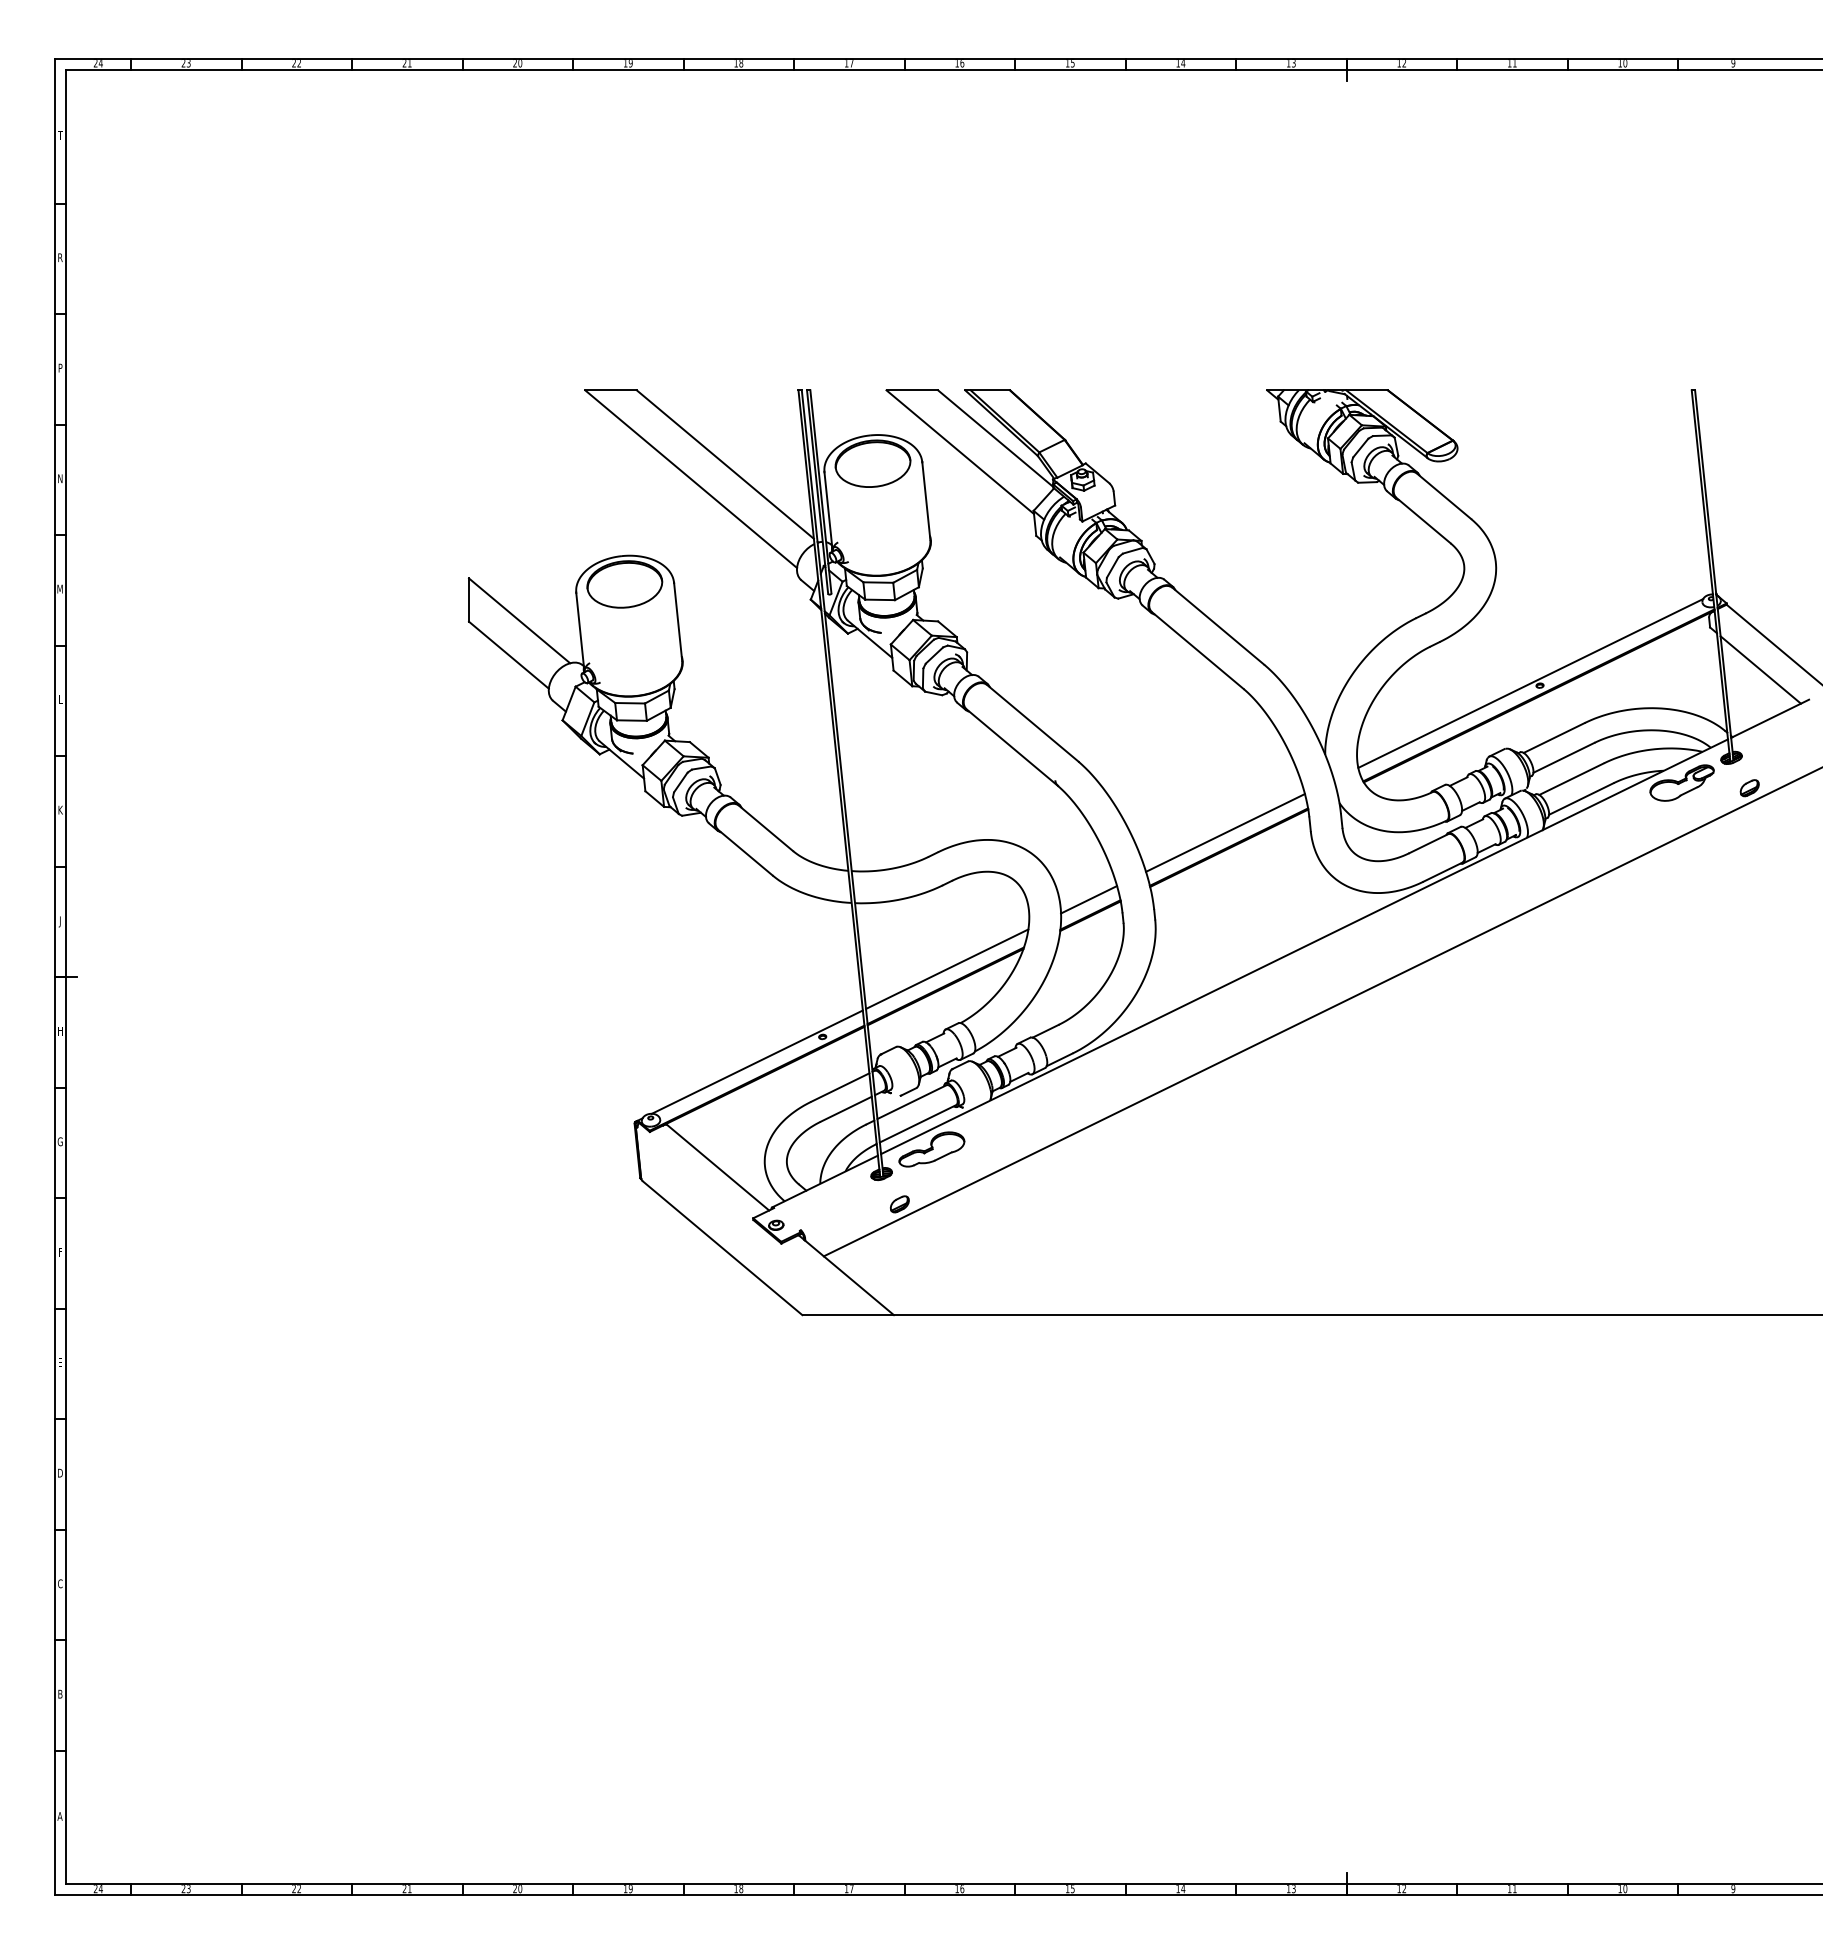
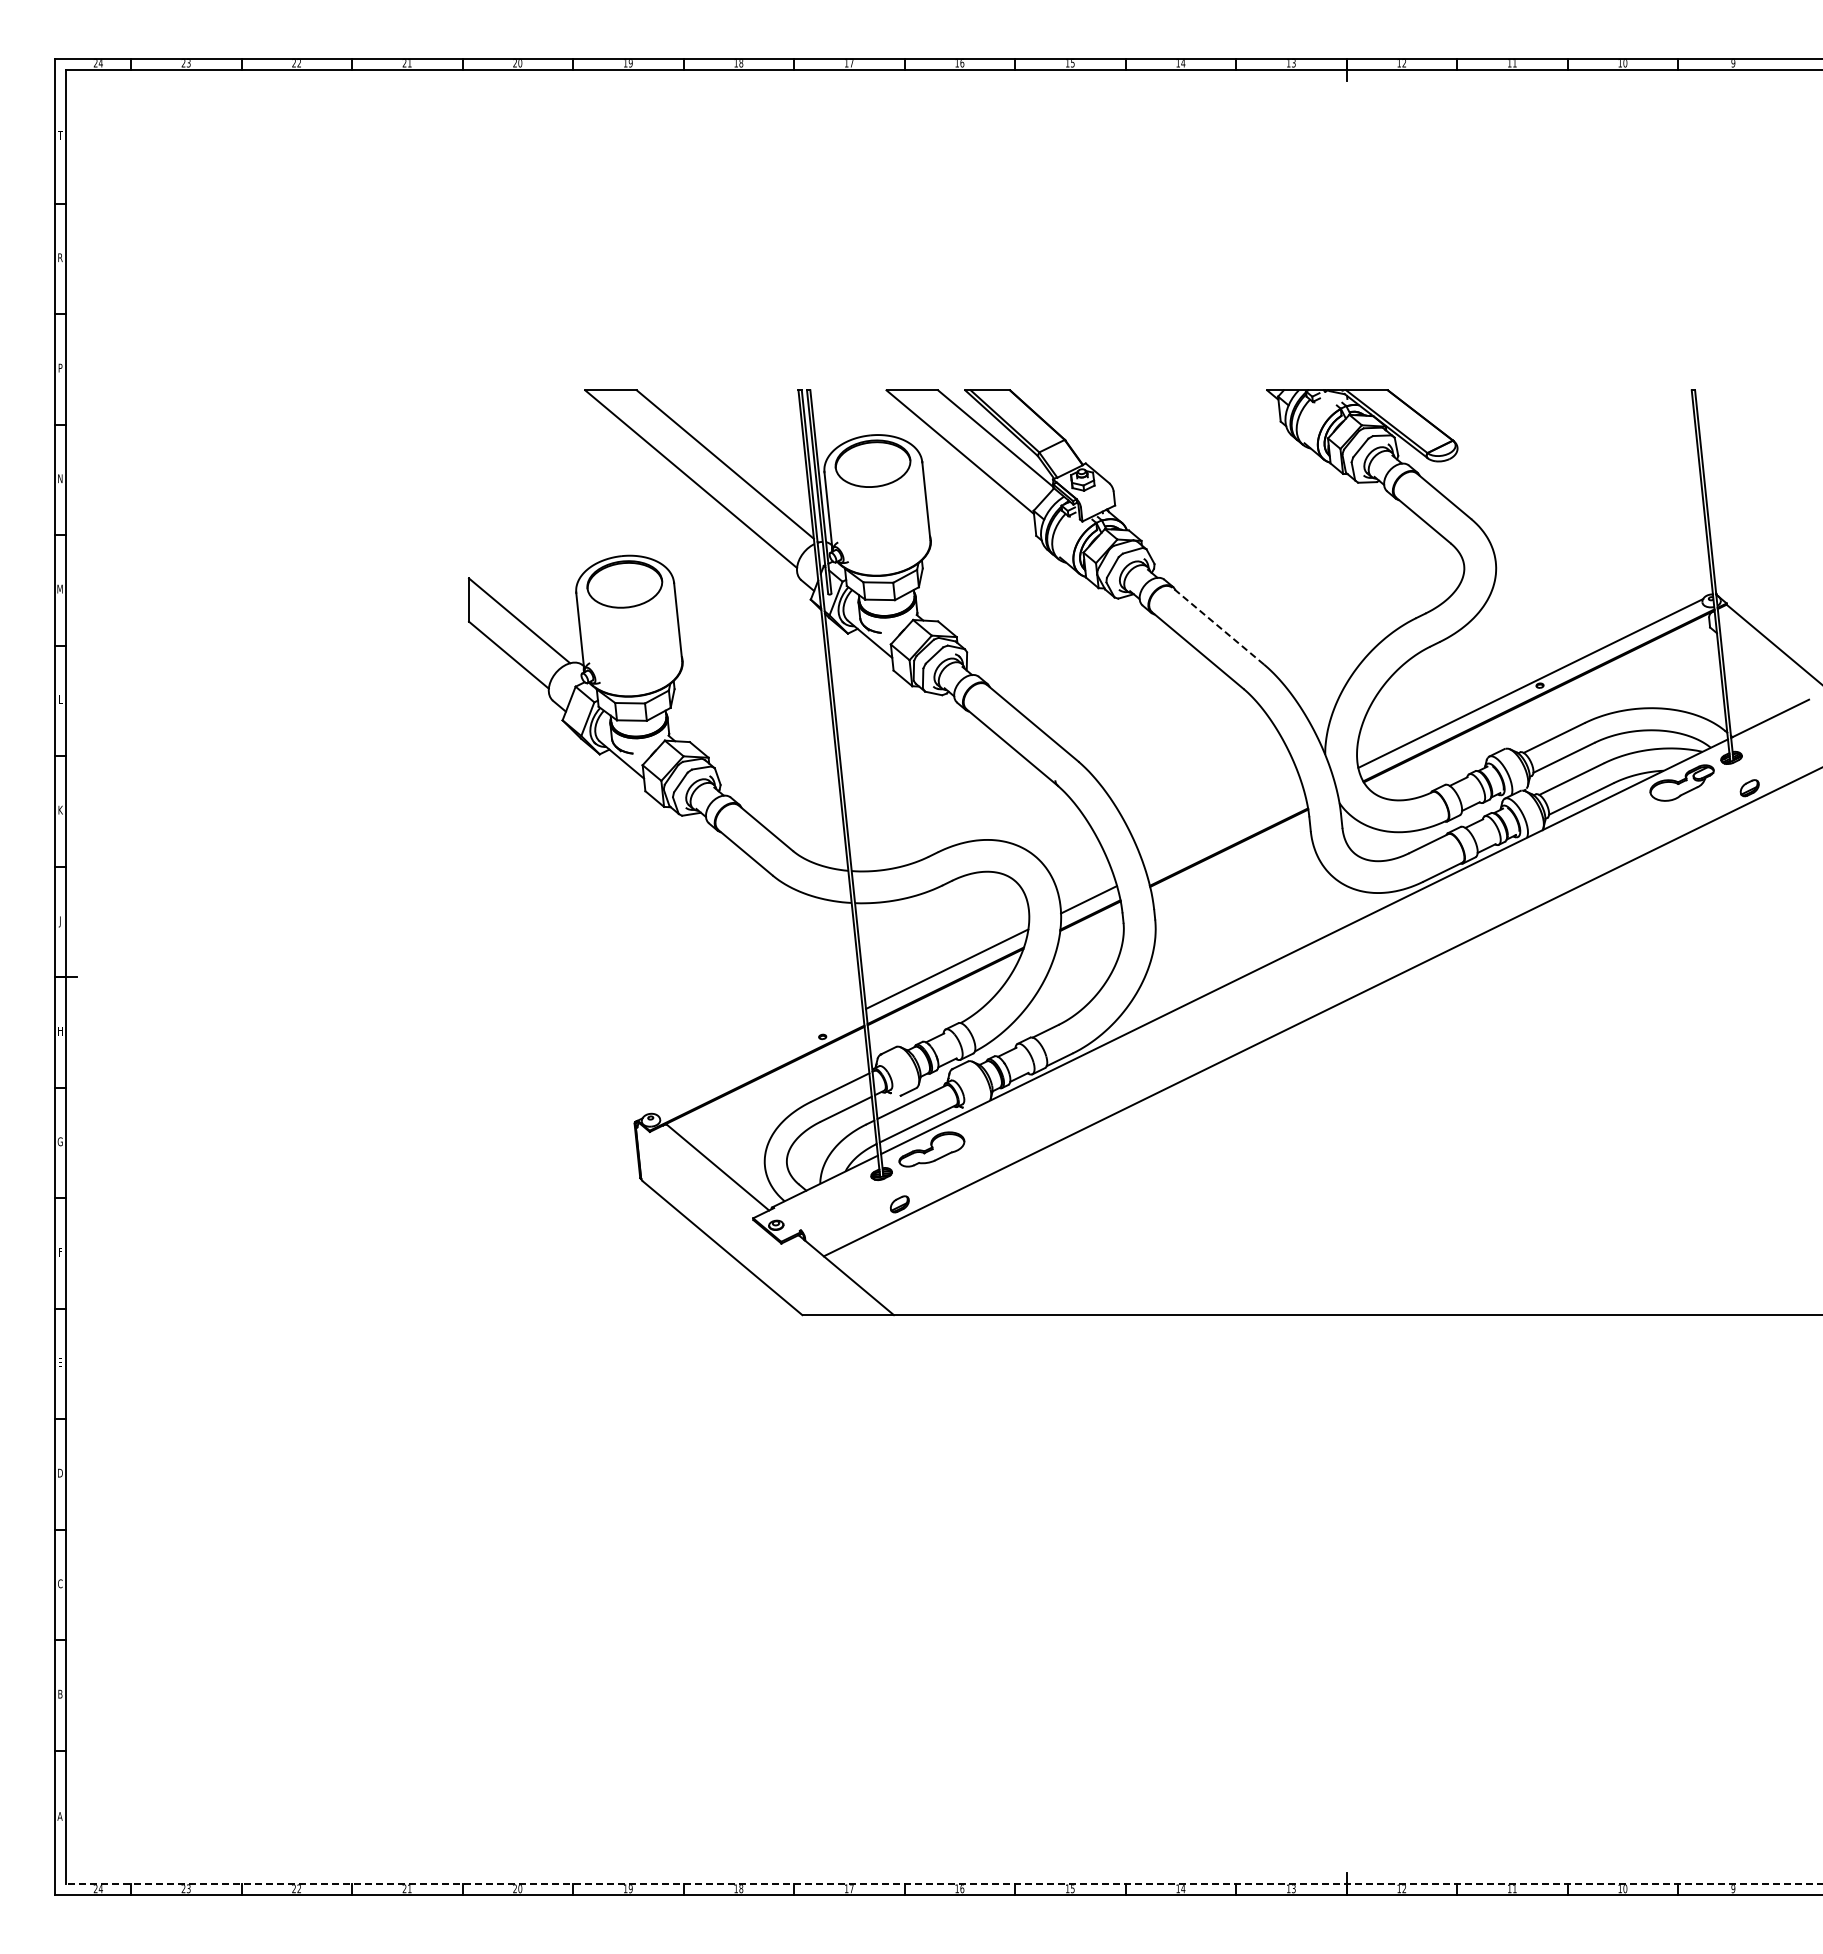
line at (1218, 626): solid -> dashed
line at (1760, 669): present -> none
line at (1225, 832): present -> none
line at (756, 1061): present -> none
line at (943, 1884): solid -> dashed
